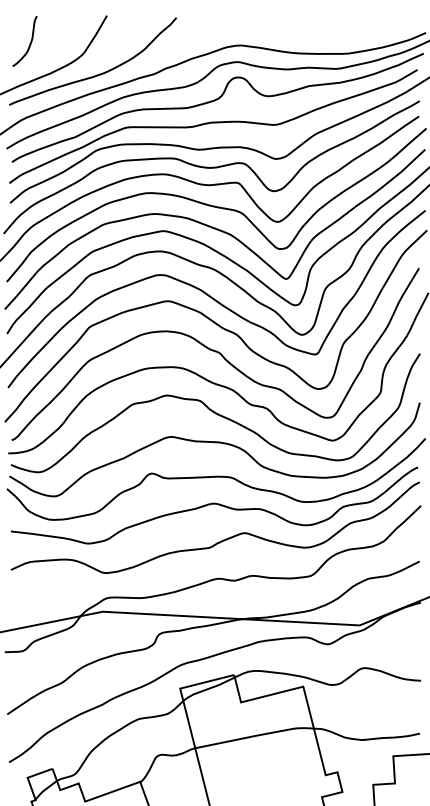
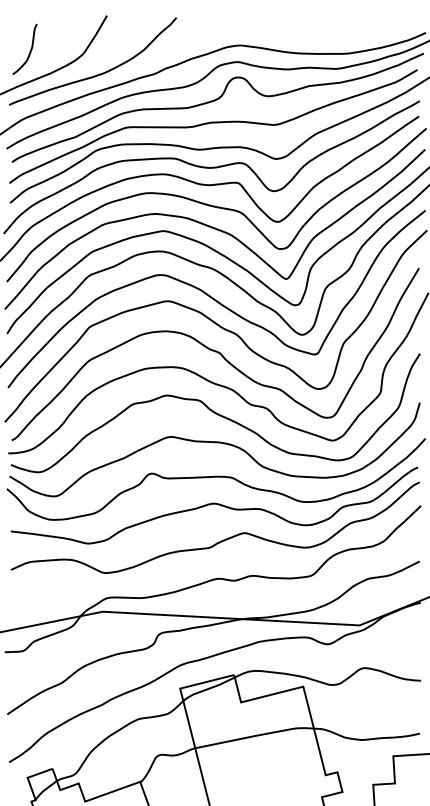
curve at (29, 43) position: (29, 43) -> (29, 51)
